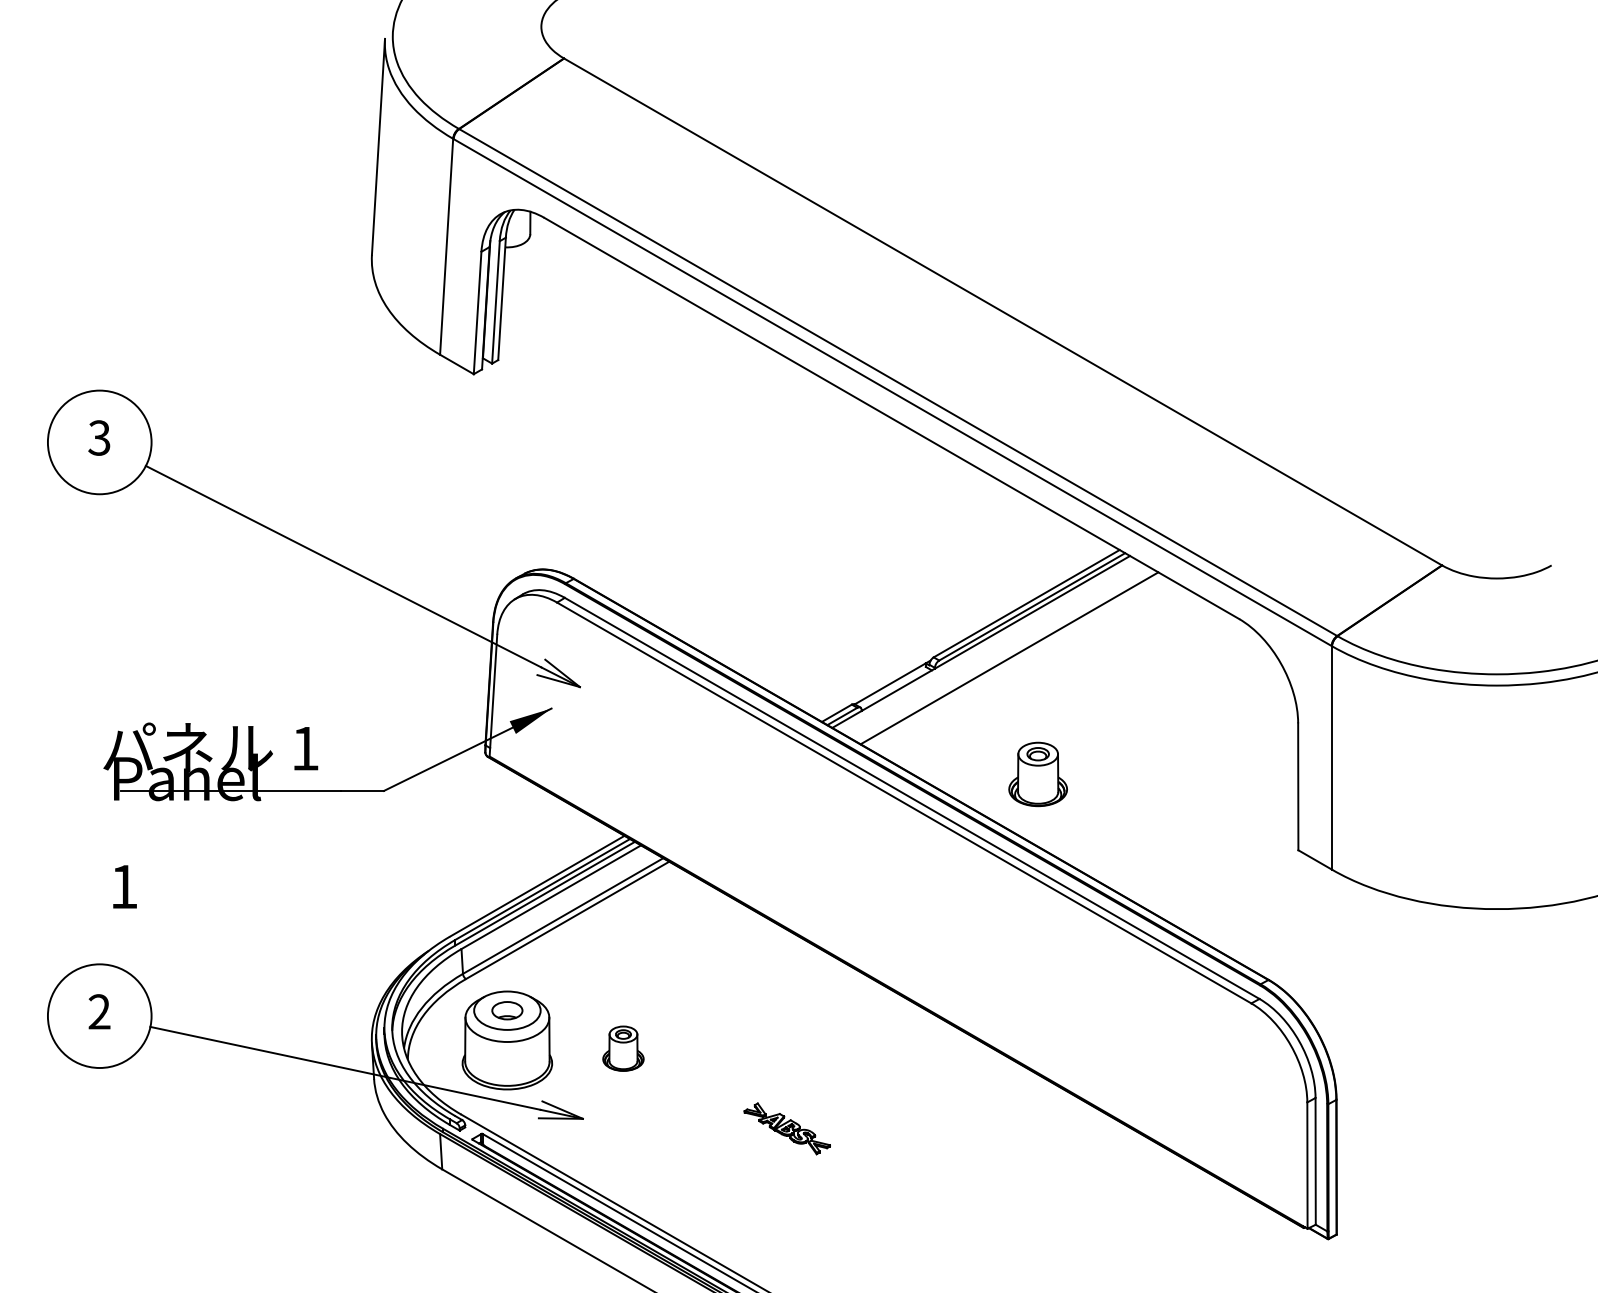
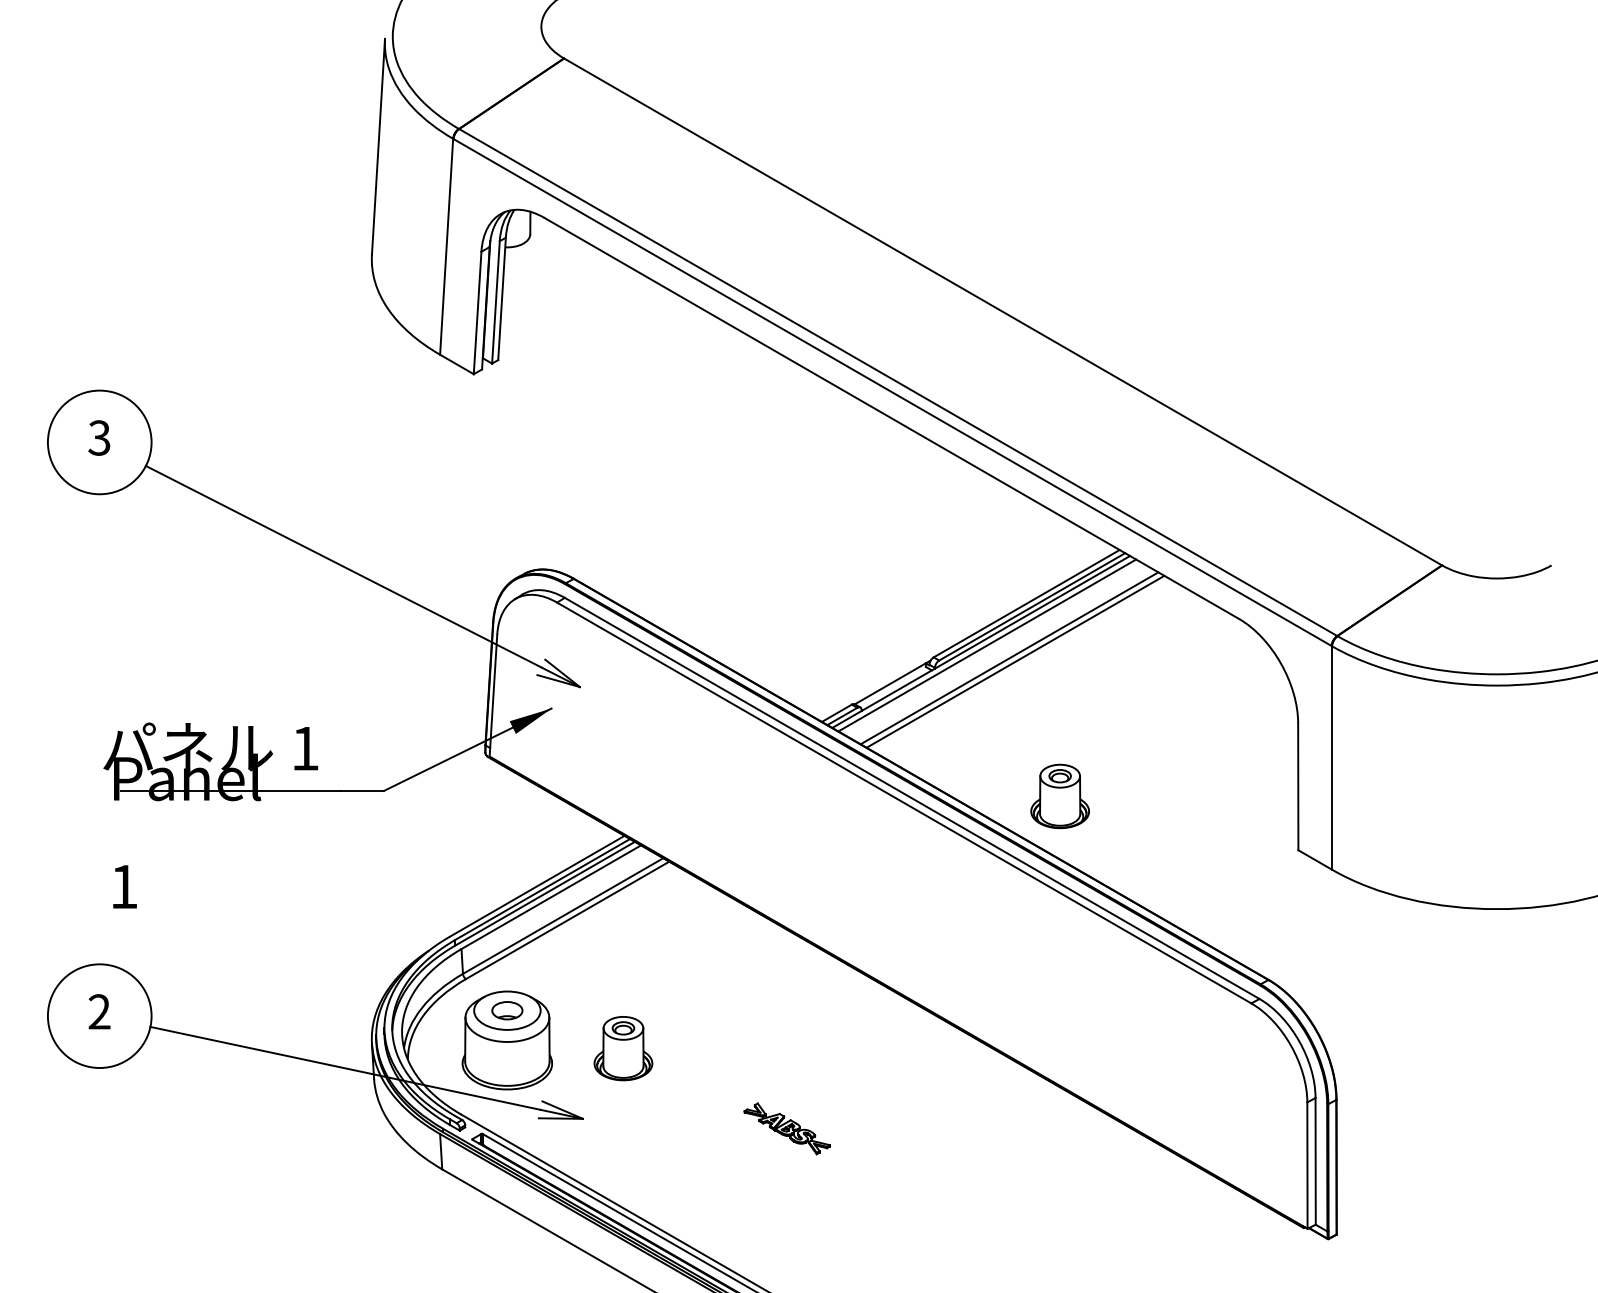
line at (987, 645): none -> present
line at (1015, 661): none -> present
part at (1037, 774) position: (1037, 774) -> (1059, 796)
part at (623, 1048) size: 43x47 px -> 61x66 px
